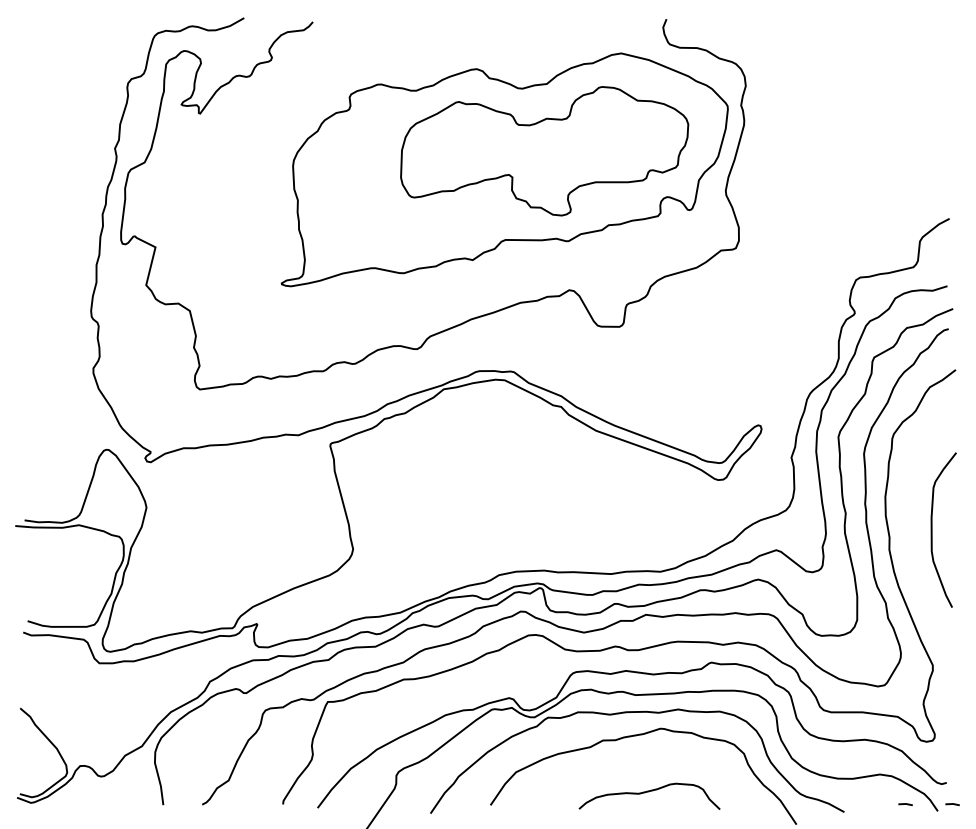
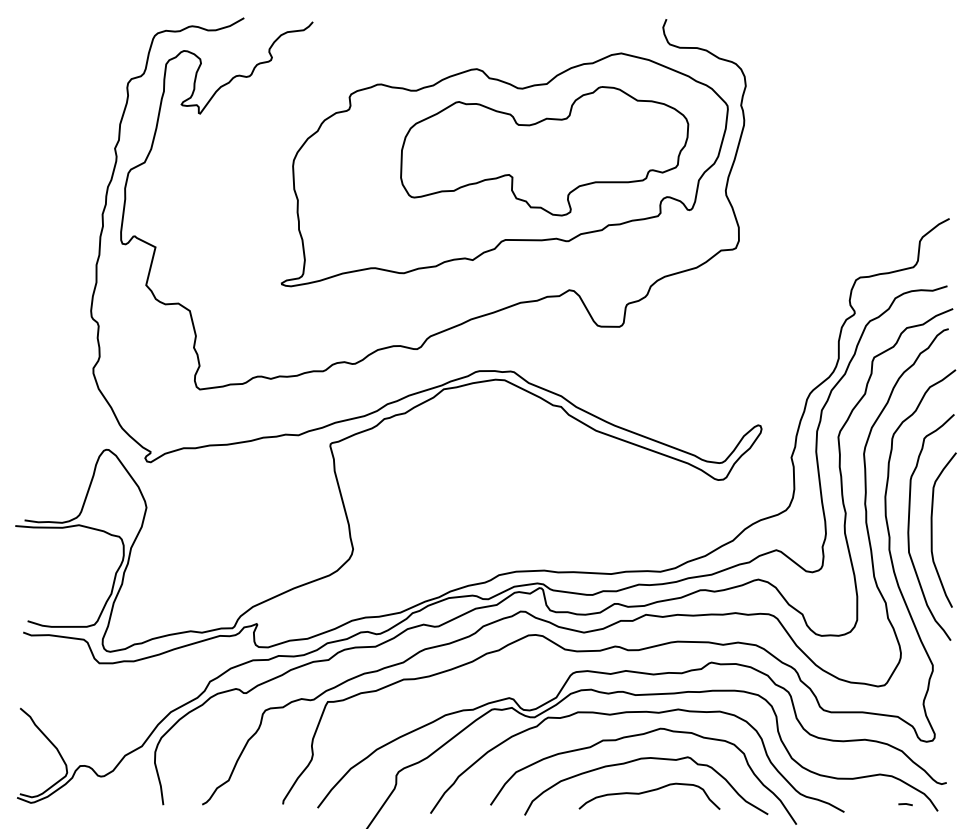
curve at (909, 527): none -> present
curve at (646, 759): none -> present
line at (952, 804): present -> none
